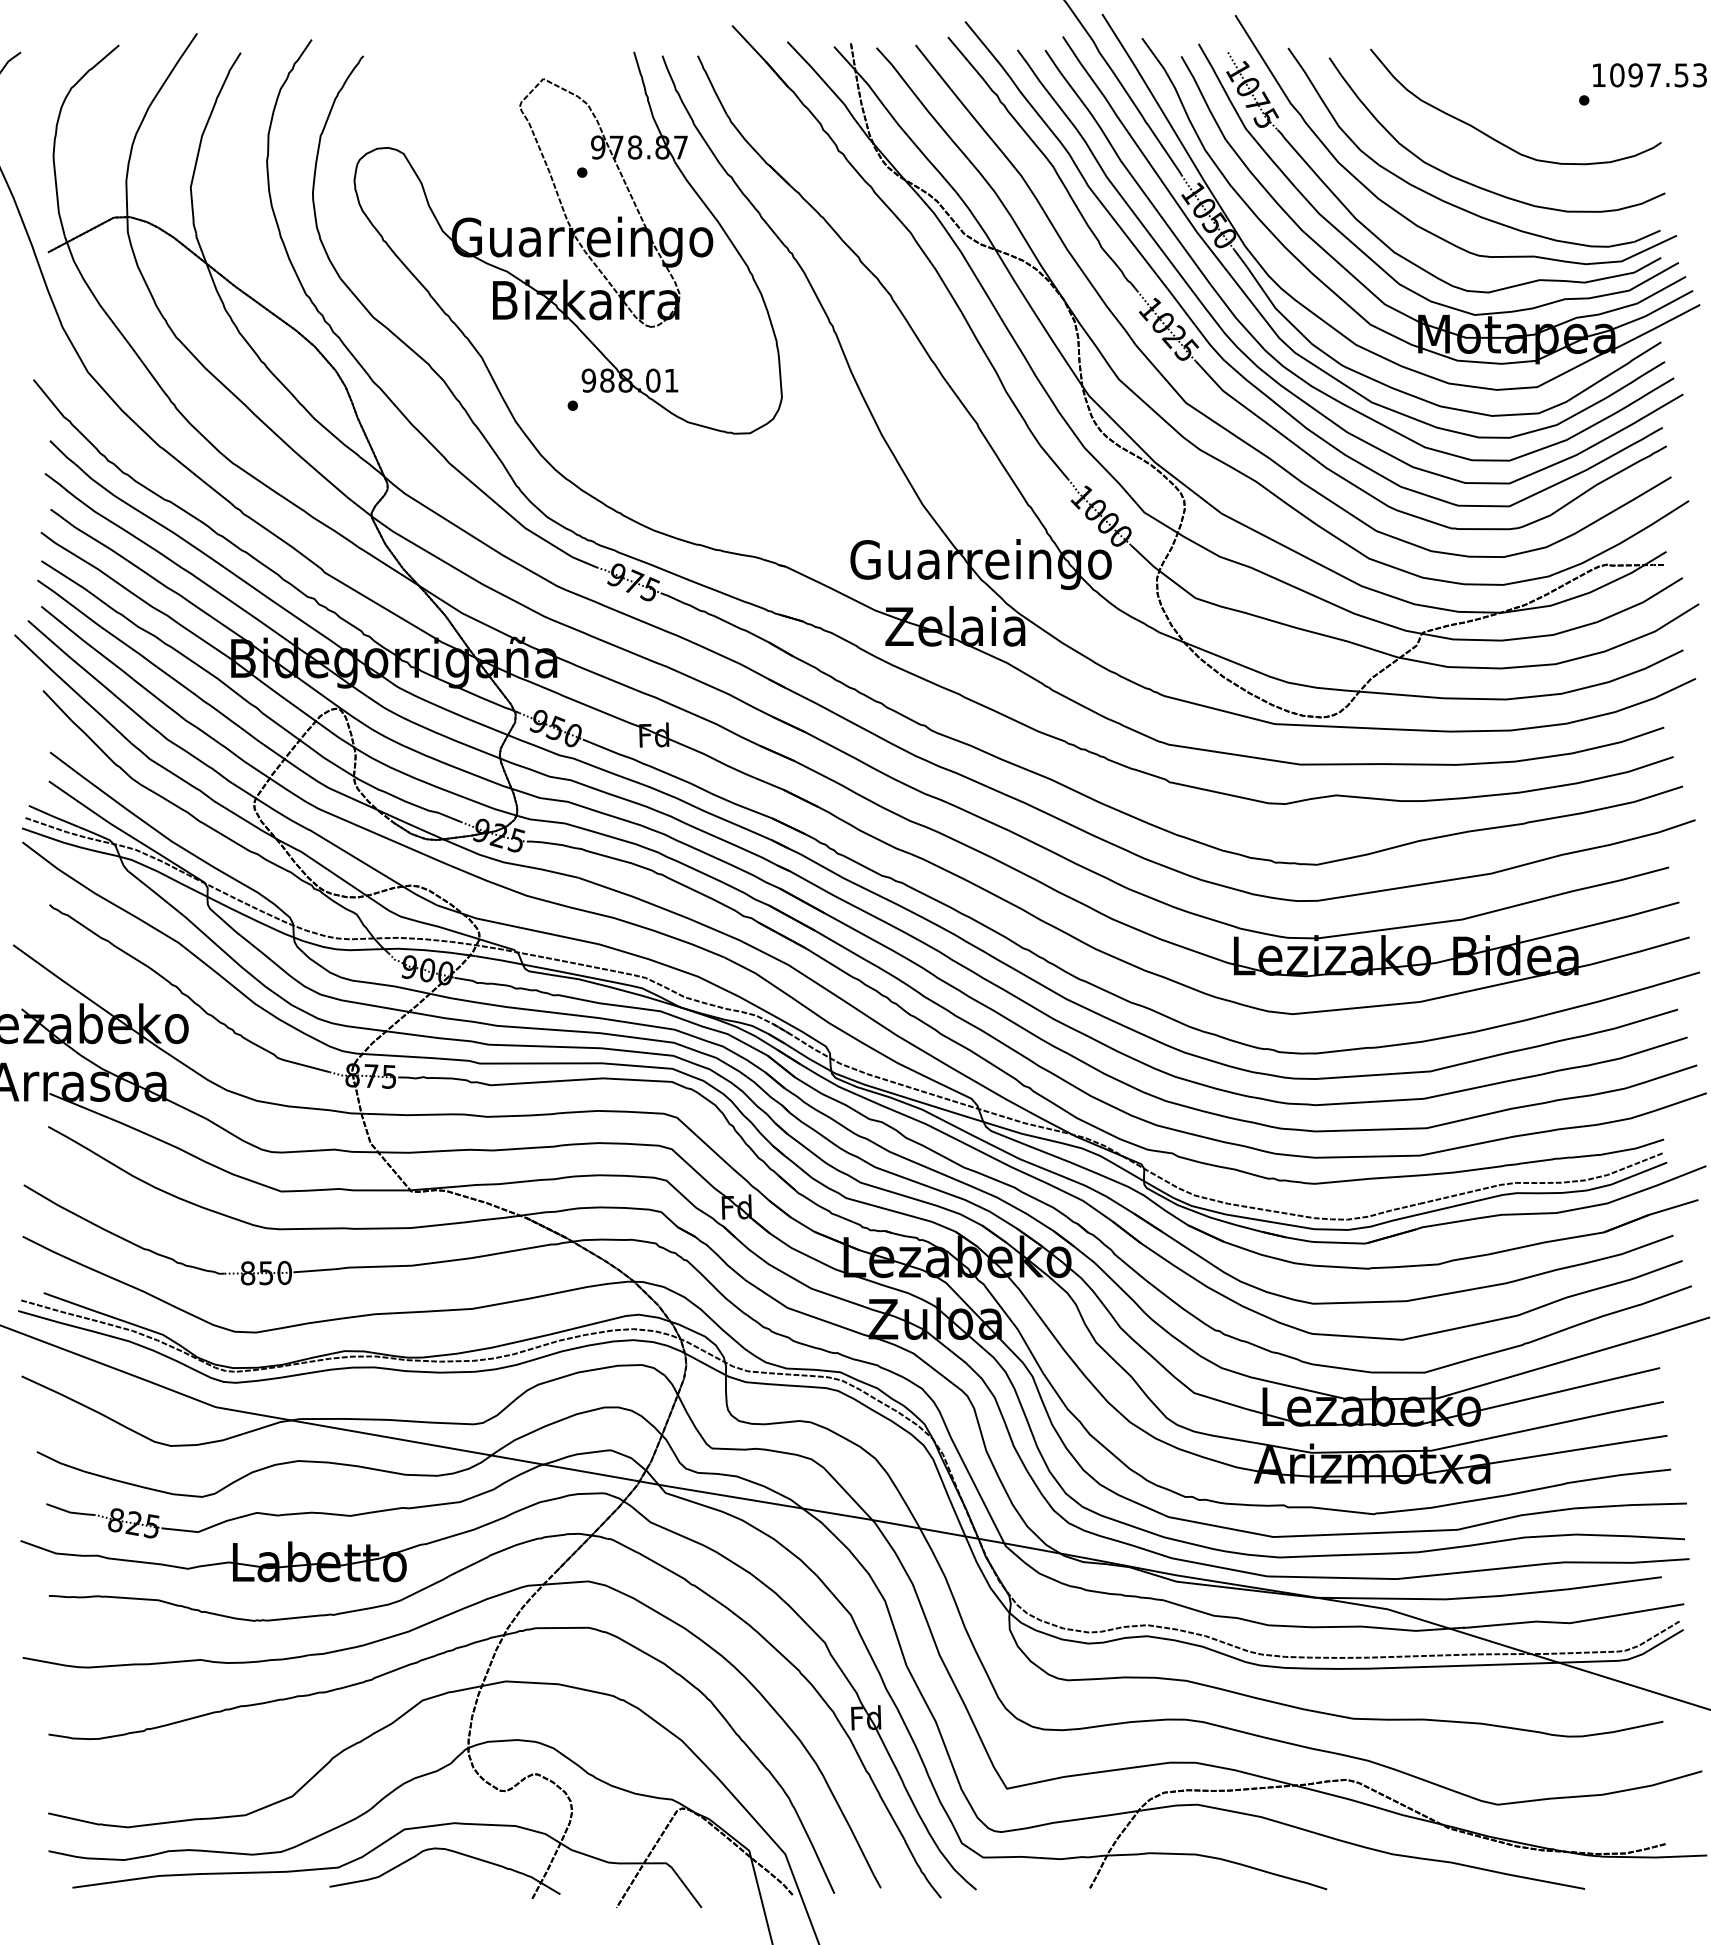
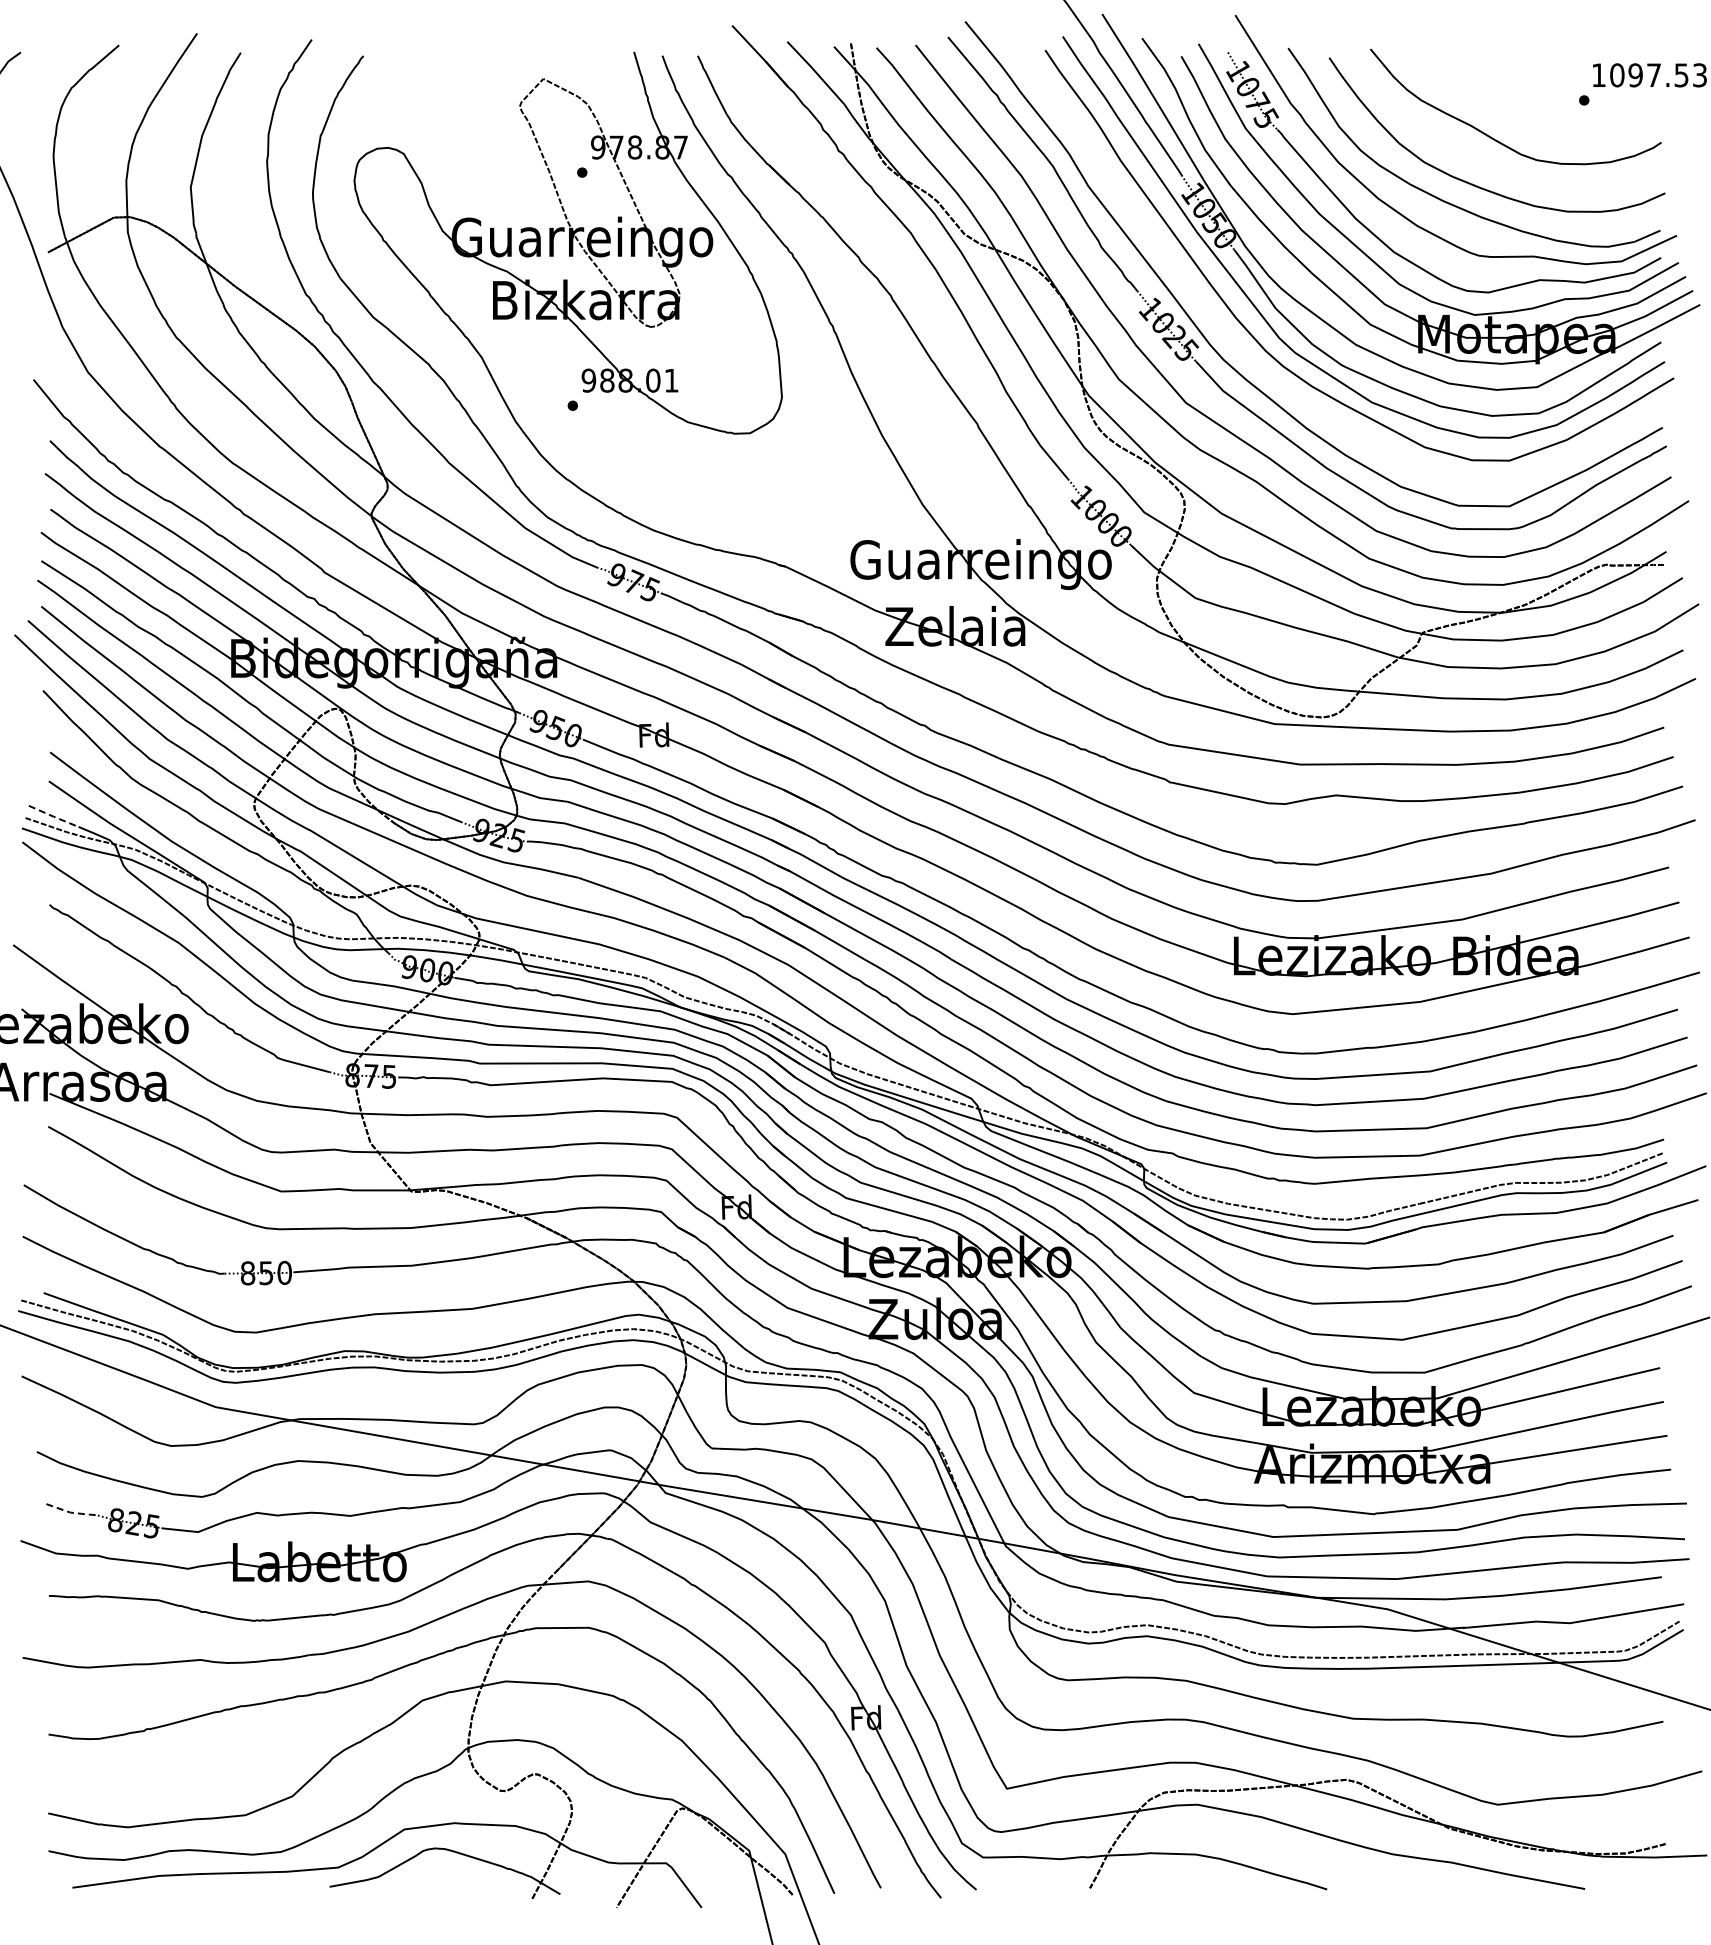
curve at (1265, 371): present -> none
line at (53, 816): solid -> dashed
line at (70, 1512): solid -> dashed
